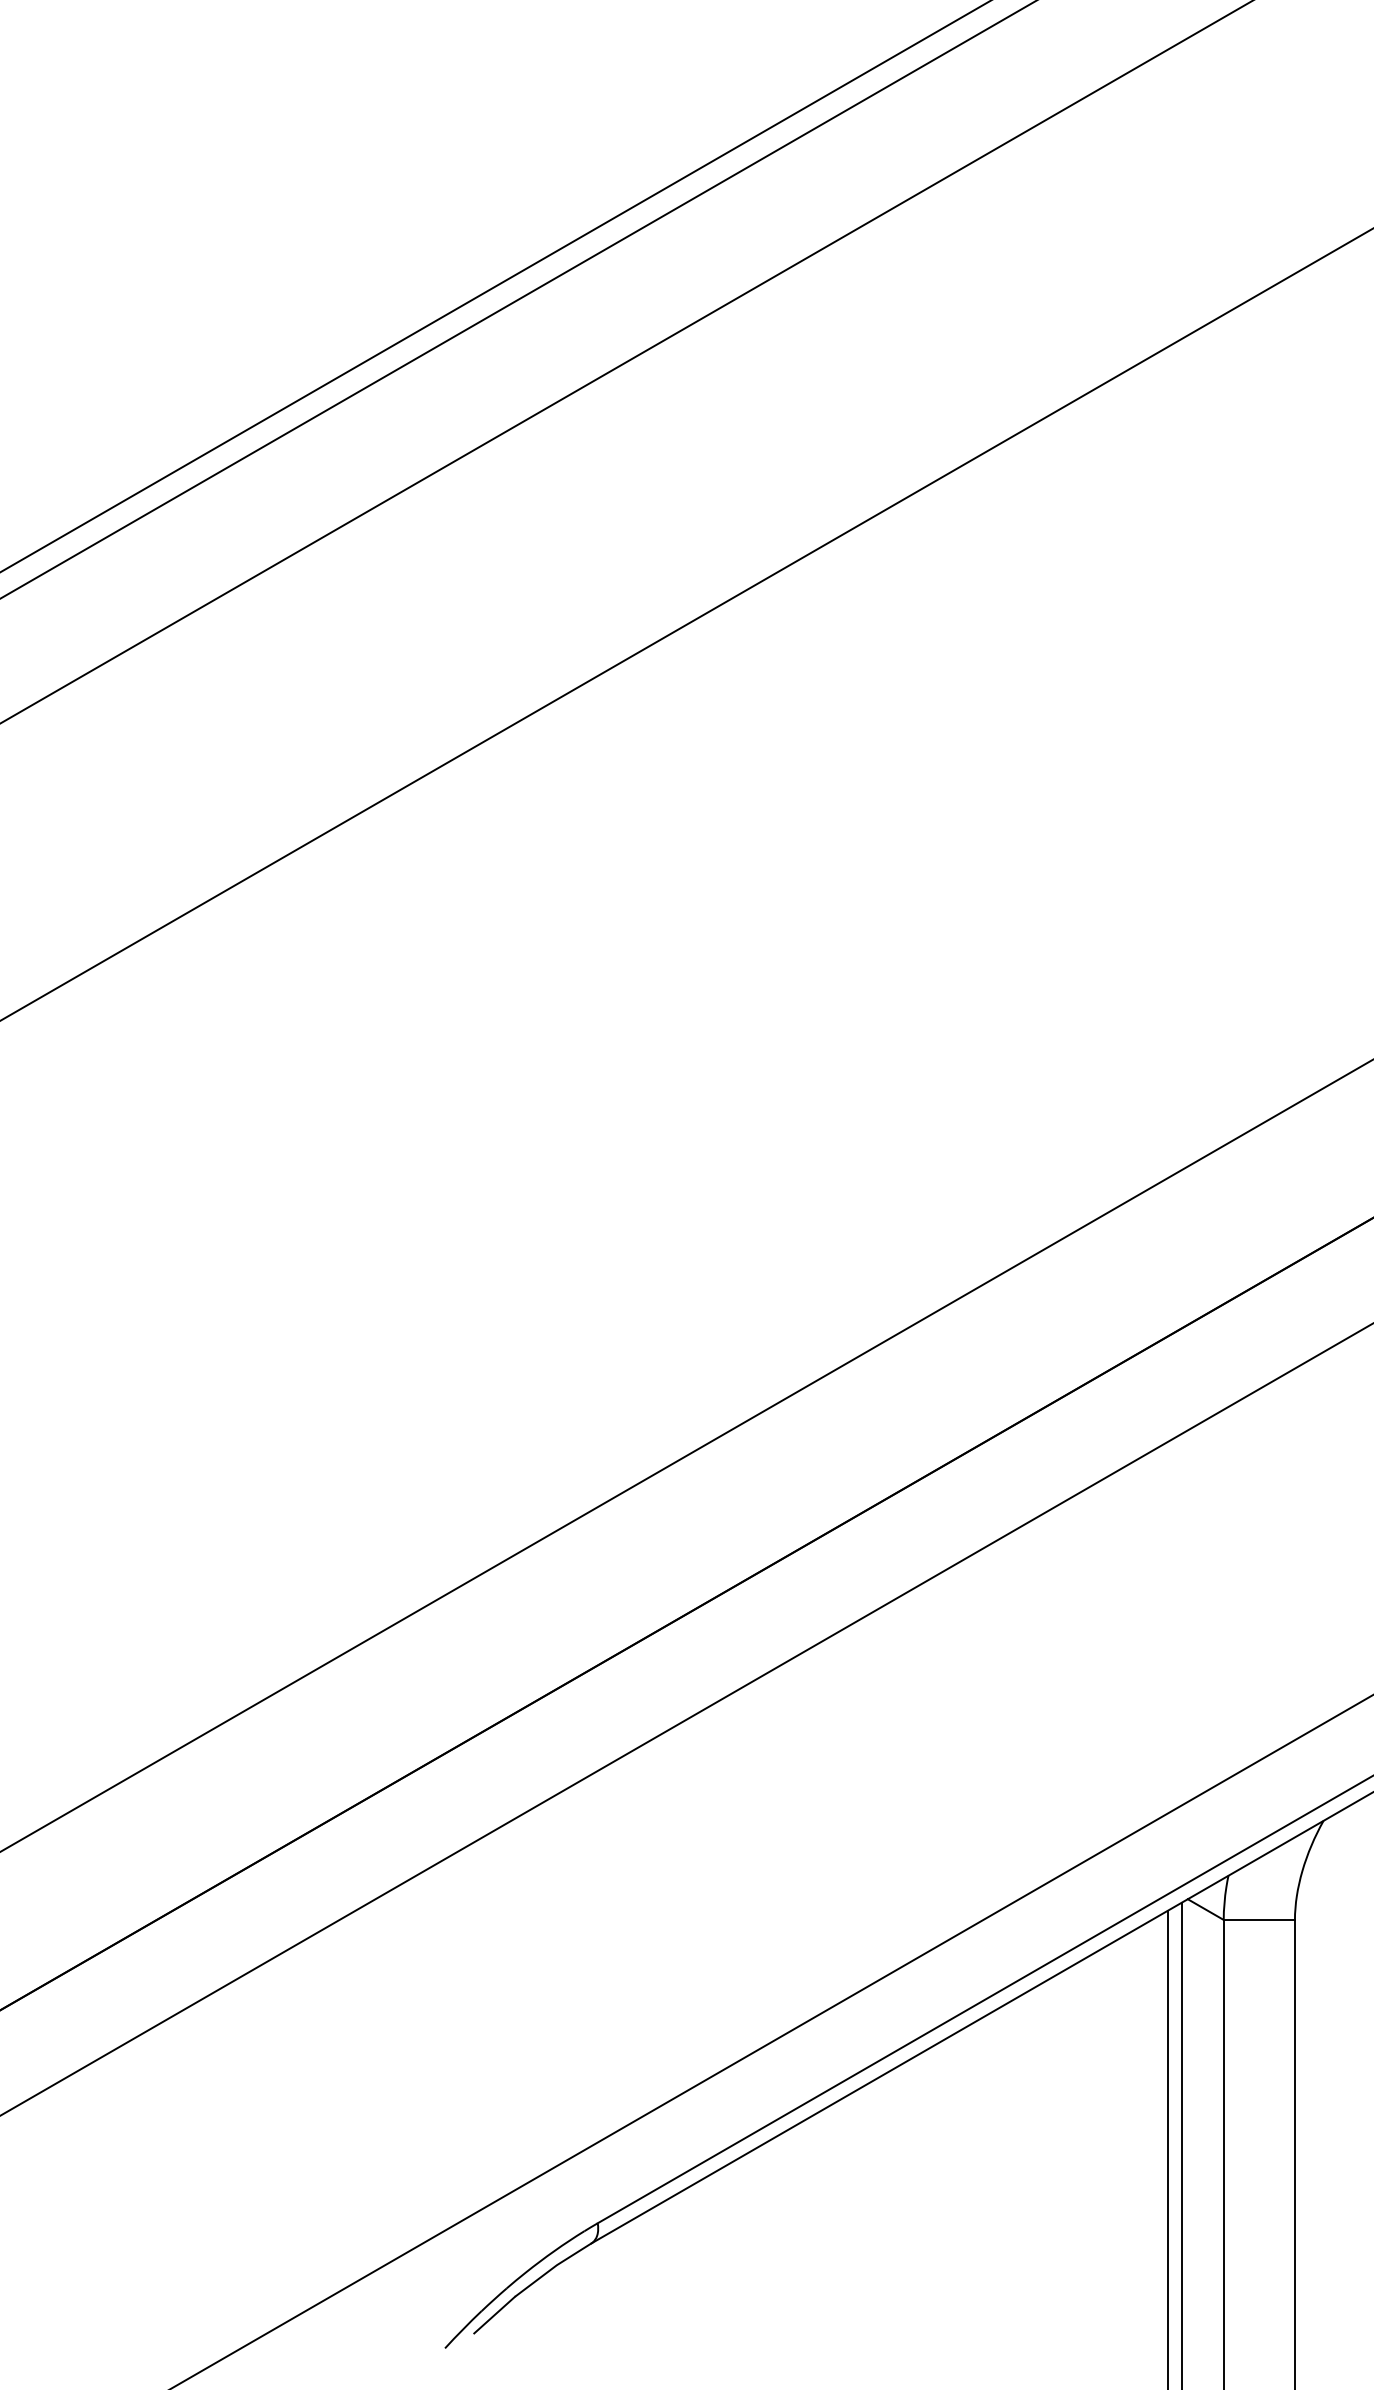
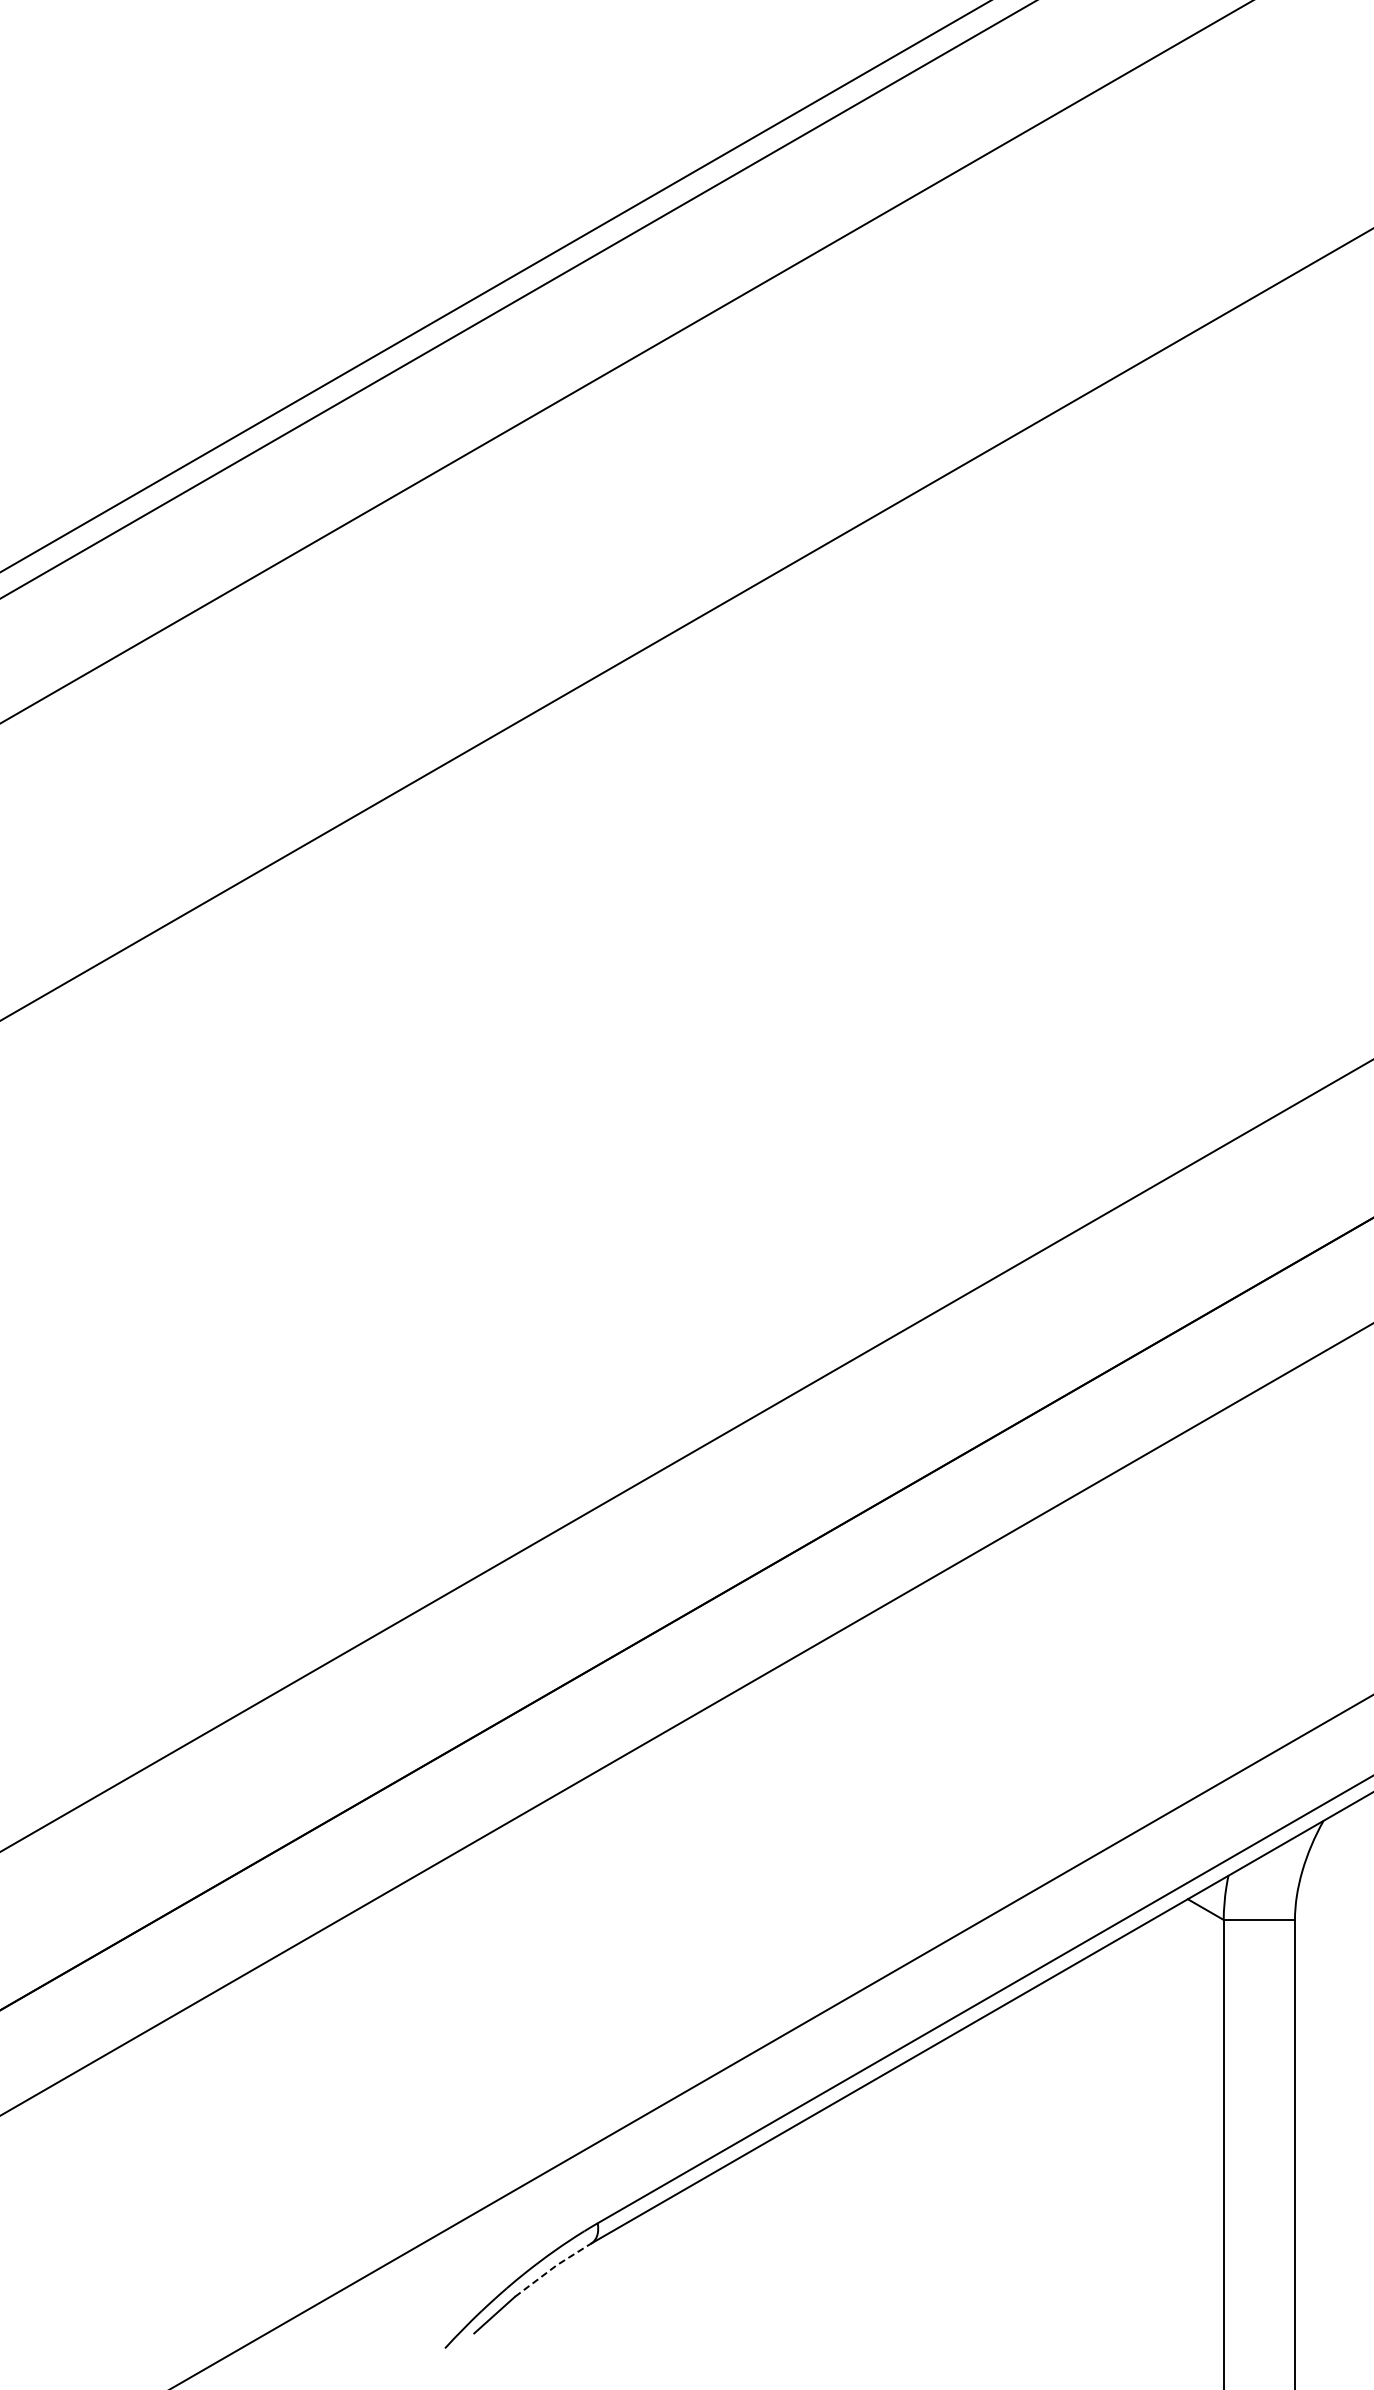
line at (1181, 2144): present -> none
line at (1167, 2148): present -> none
line at (552, 2268): solid -> dashed
